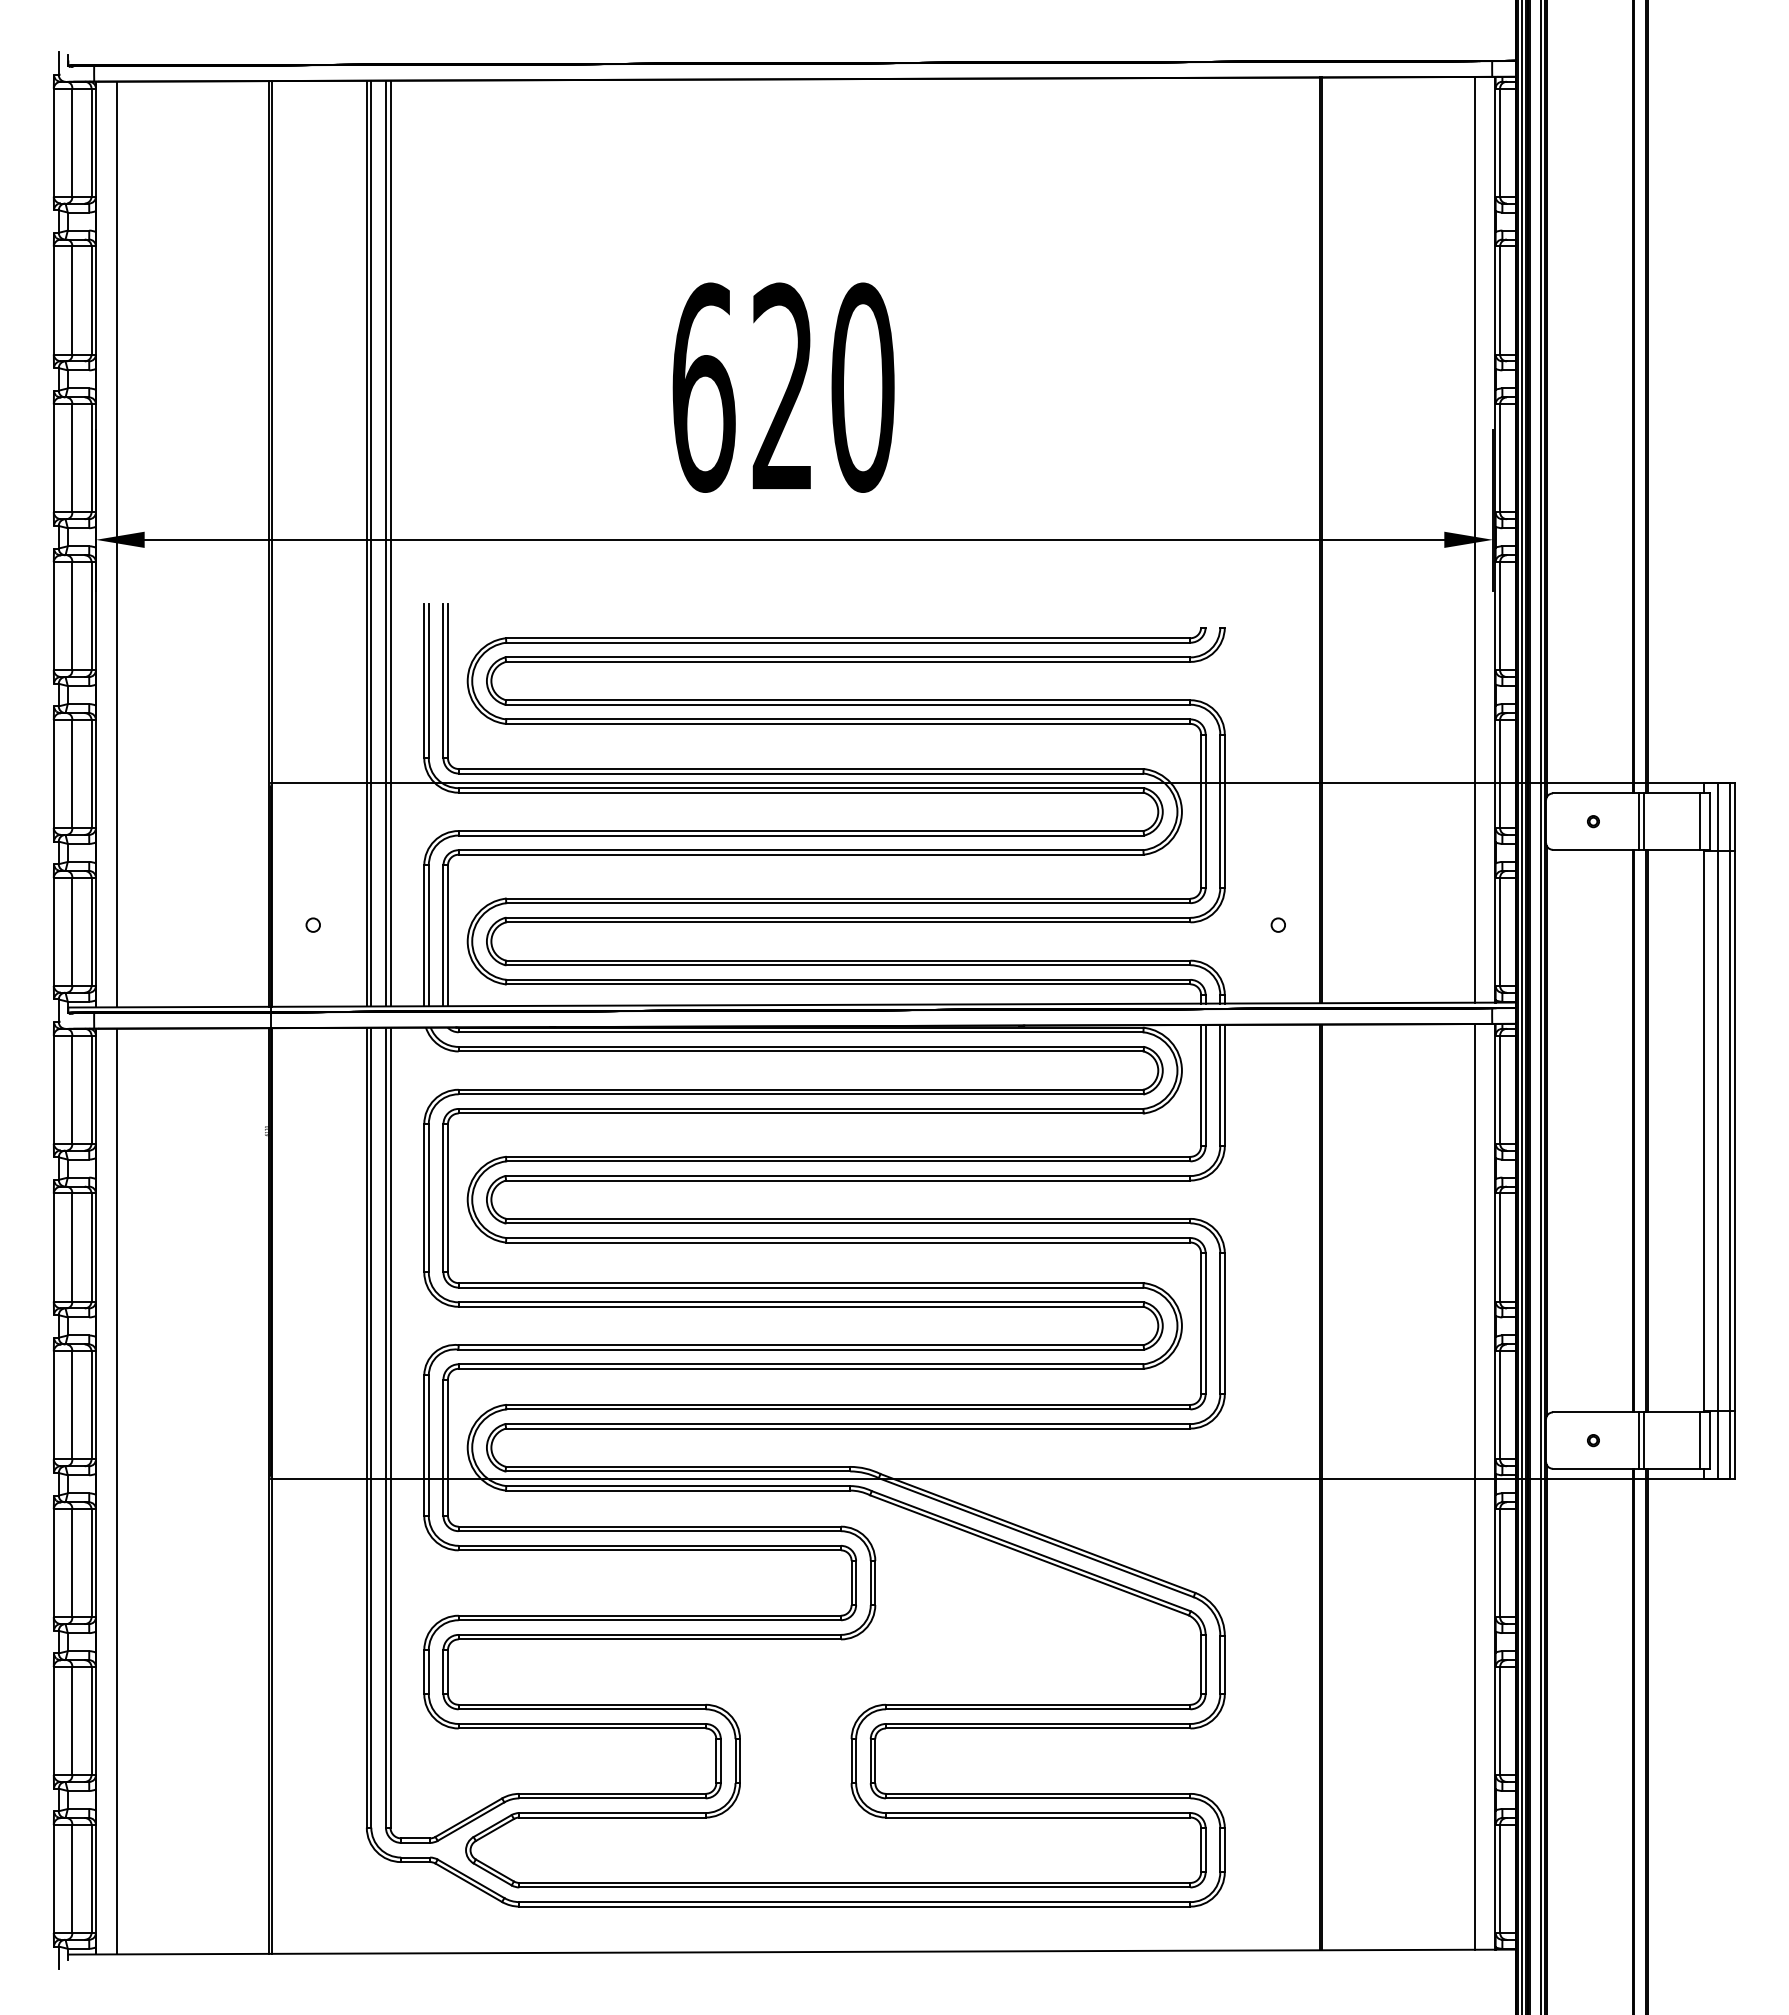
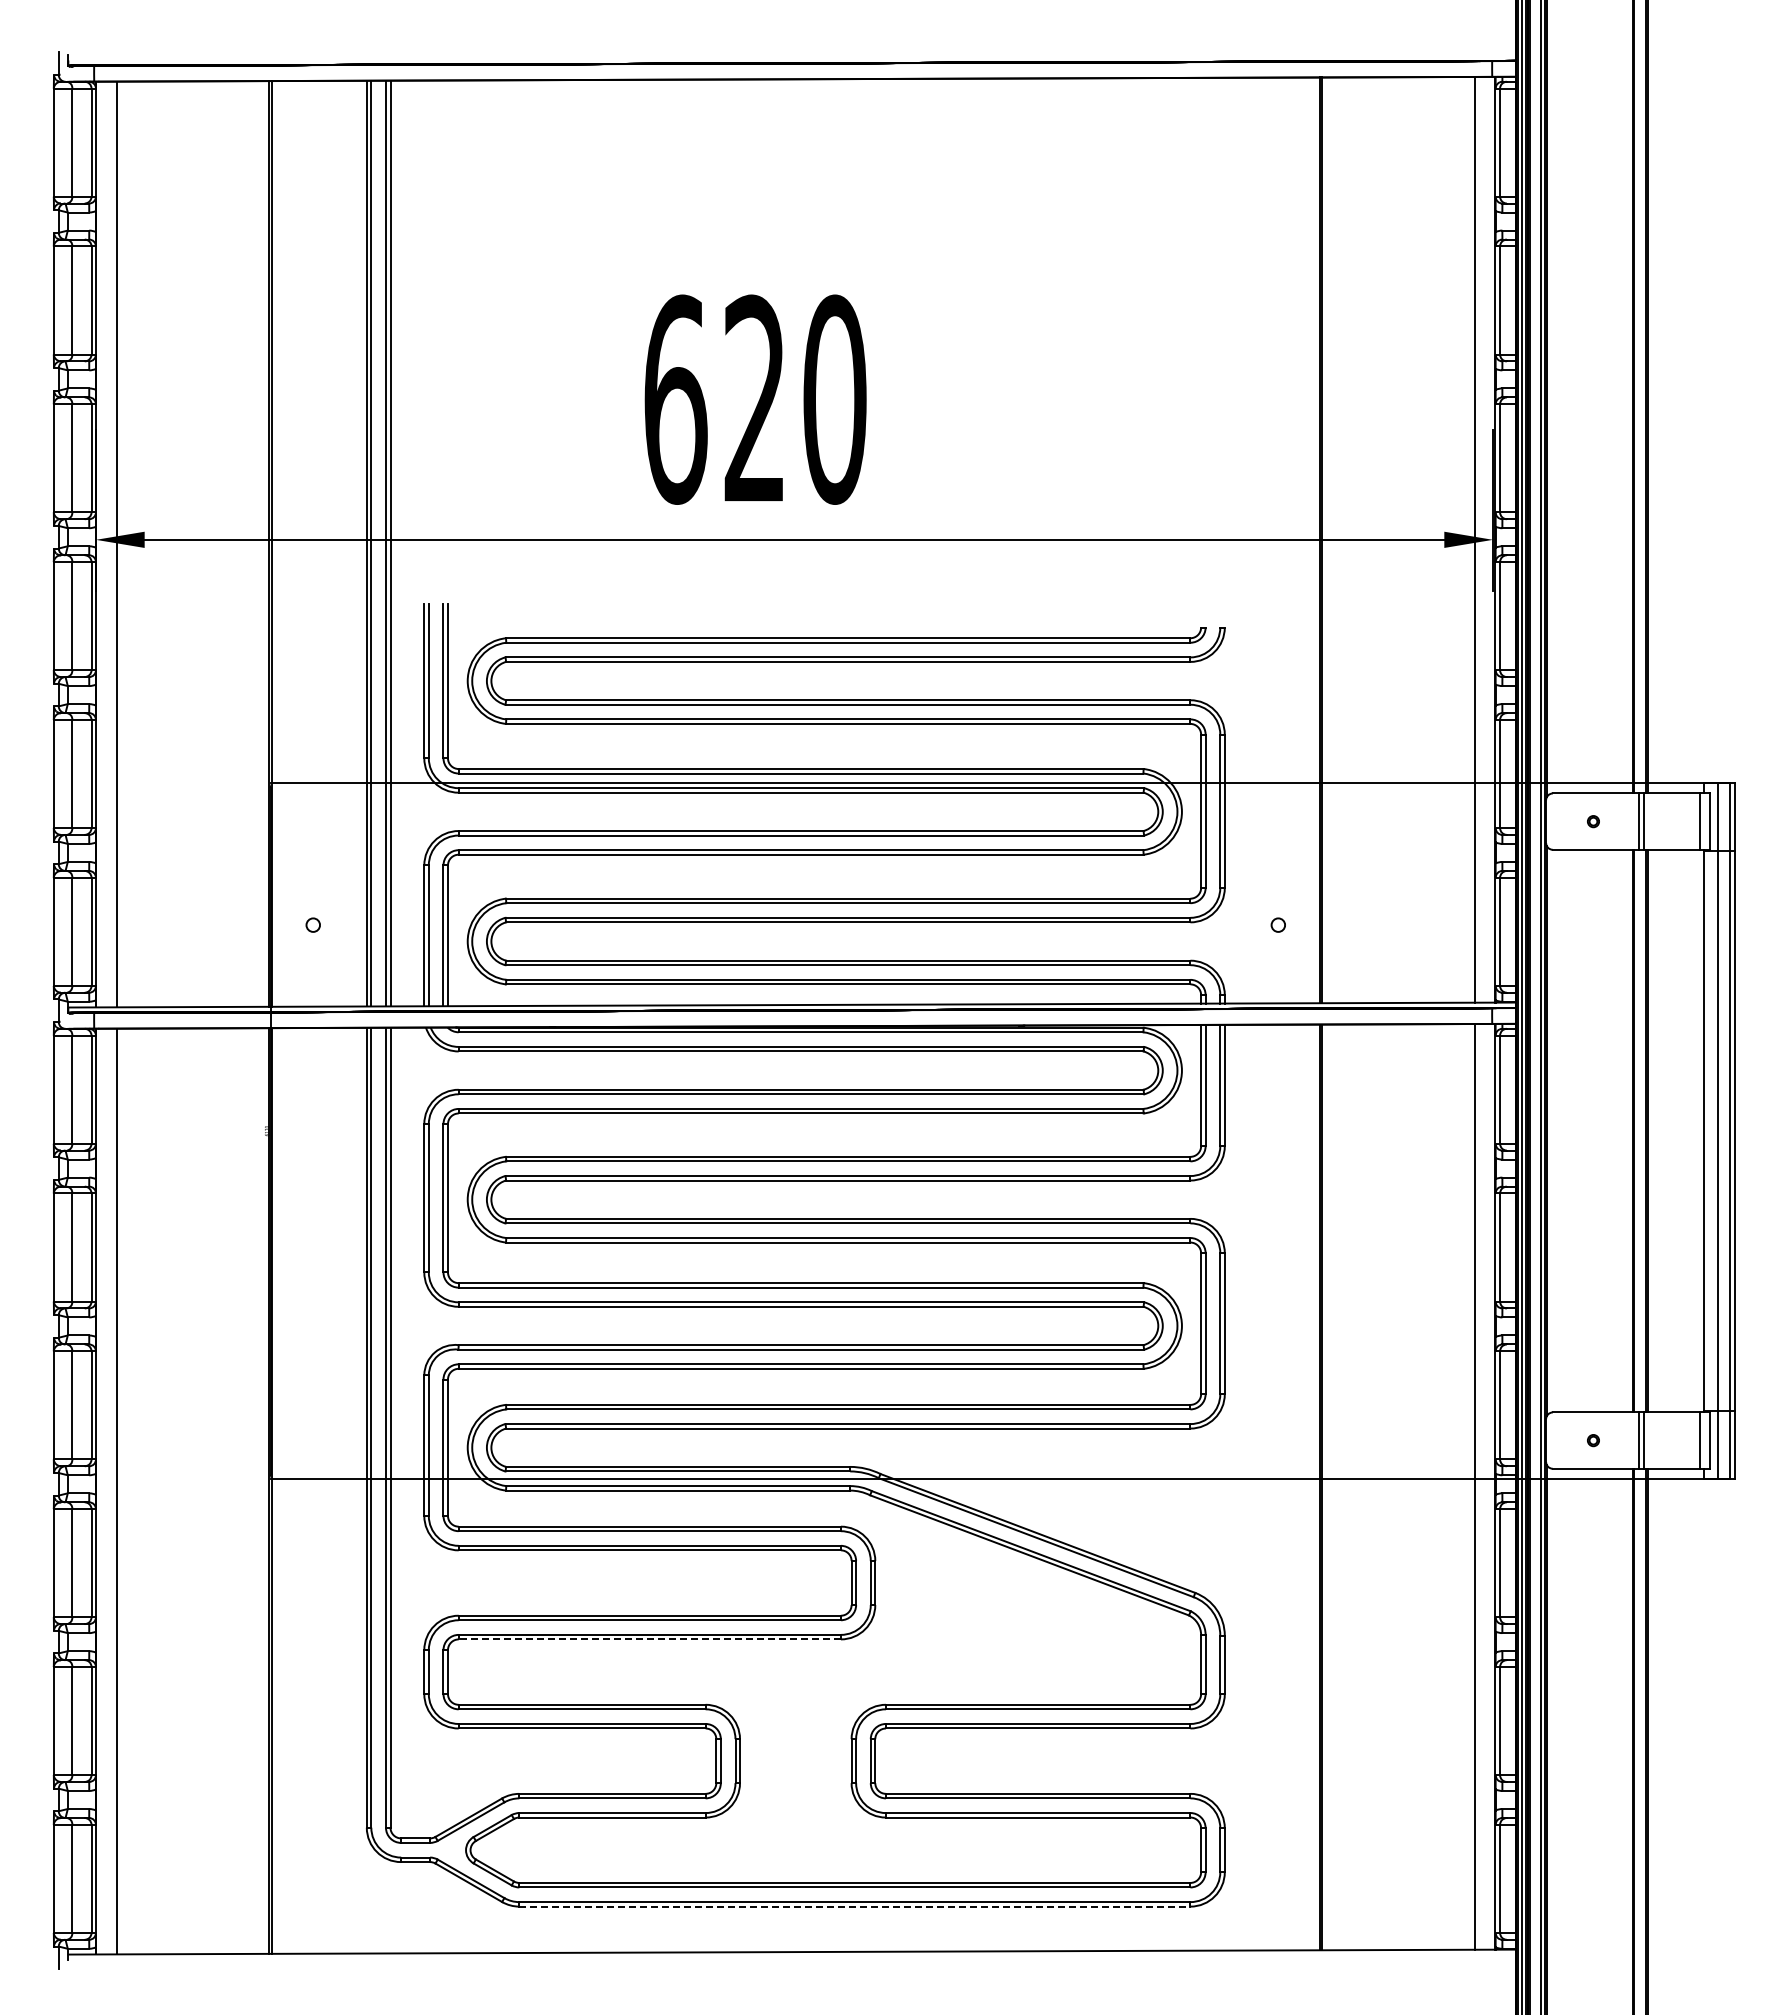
text at (783, 387) position: (783, 387) -> (755, 399)
line at (649, 1639): solid -> dashed
line at (854, 1906): solid -> dashed
